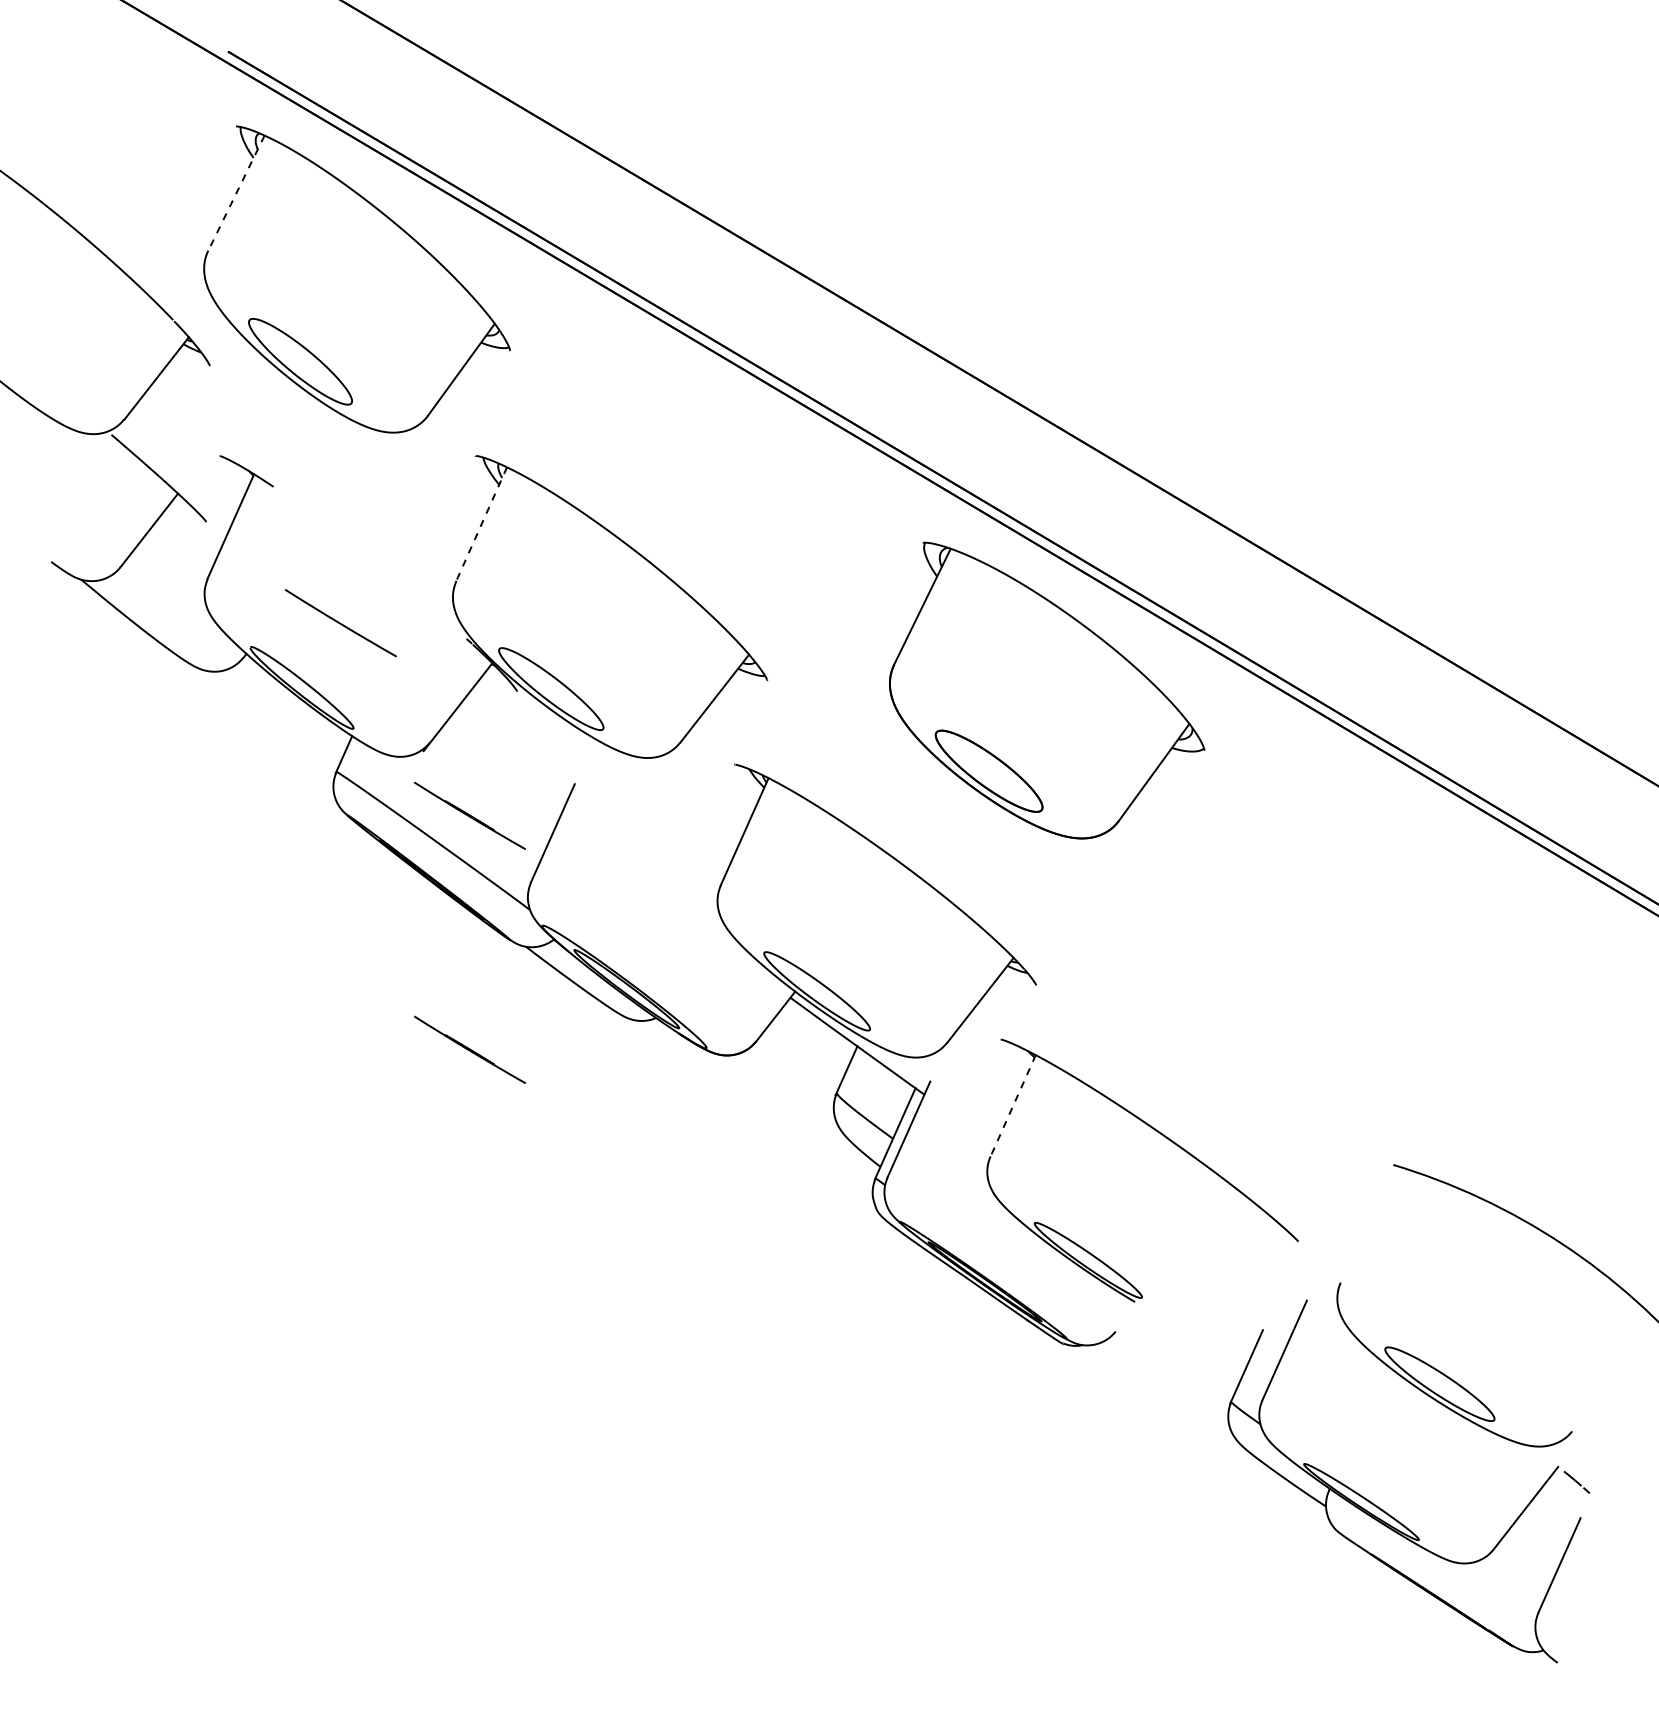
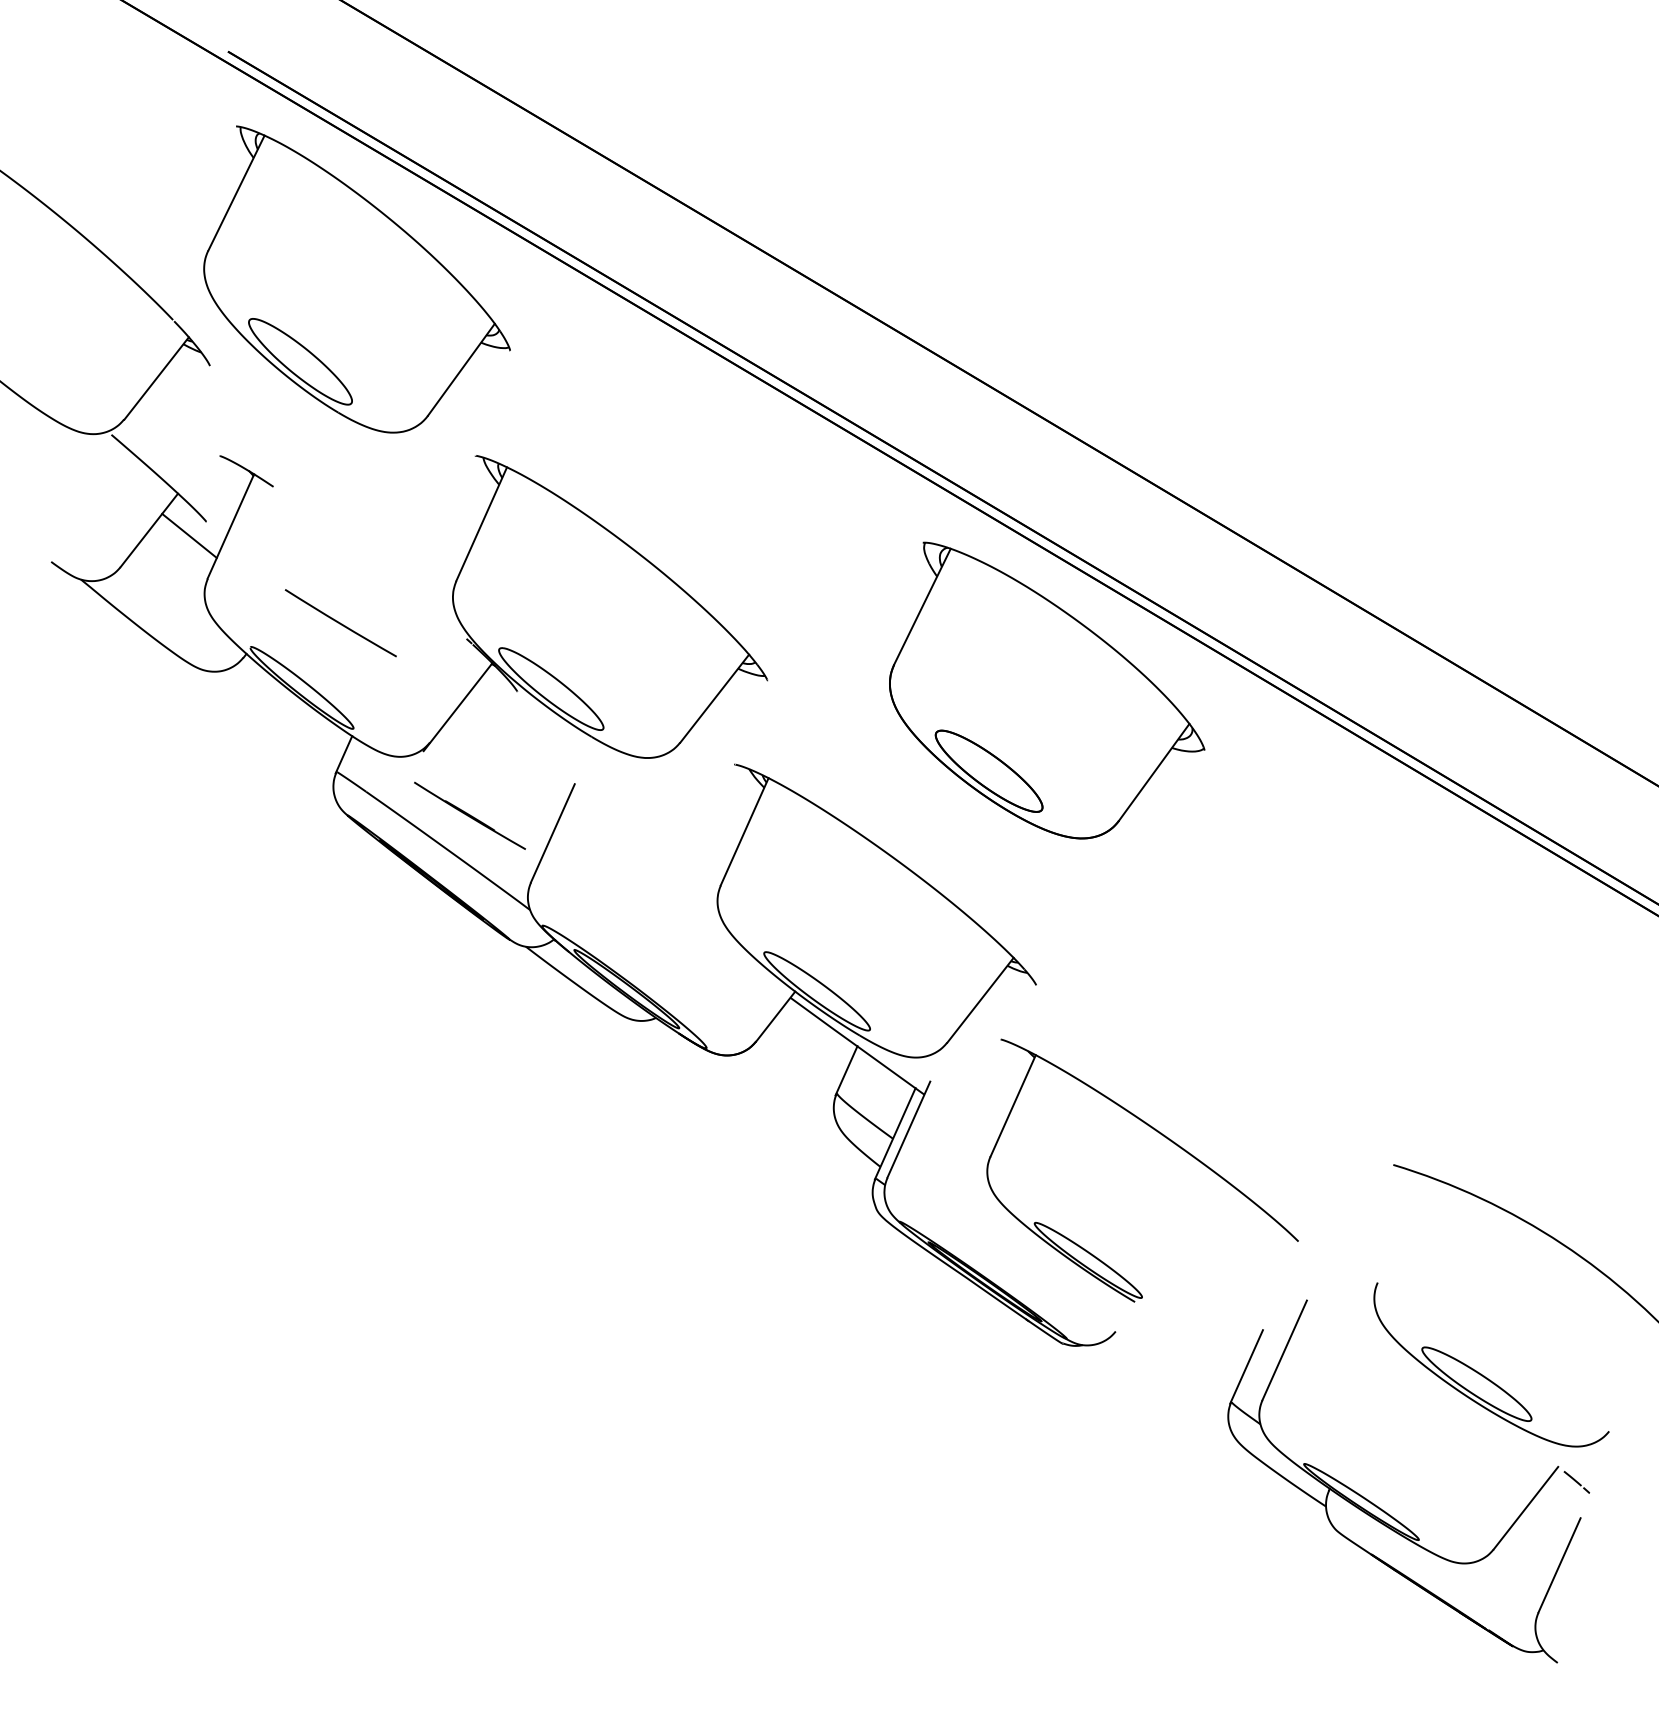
line at (236, 193): dashed -> solid
line at (481, 524): dashed -> solid
line at (189, 535): none -> present
line at (469, 1049): present -> none
line at (1013, 1105): dashed -> solid
part at (1447, 1375) position: (1447, 1375) -> (1484, 1375)
